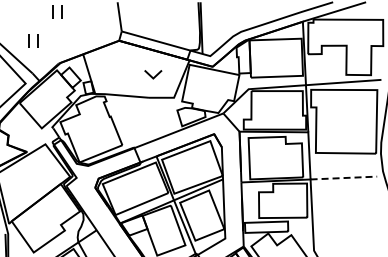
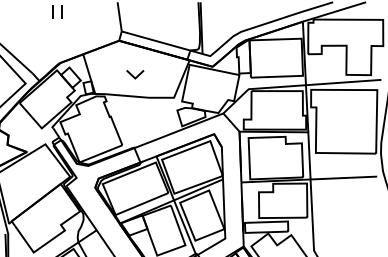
part at (33, 40): present -> none
part at (153, 74) position: (153, 74) -> (135, 74)
line at (344, 178): dashed -> solid
